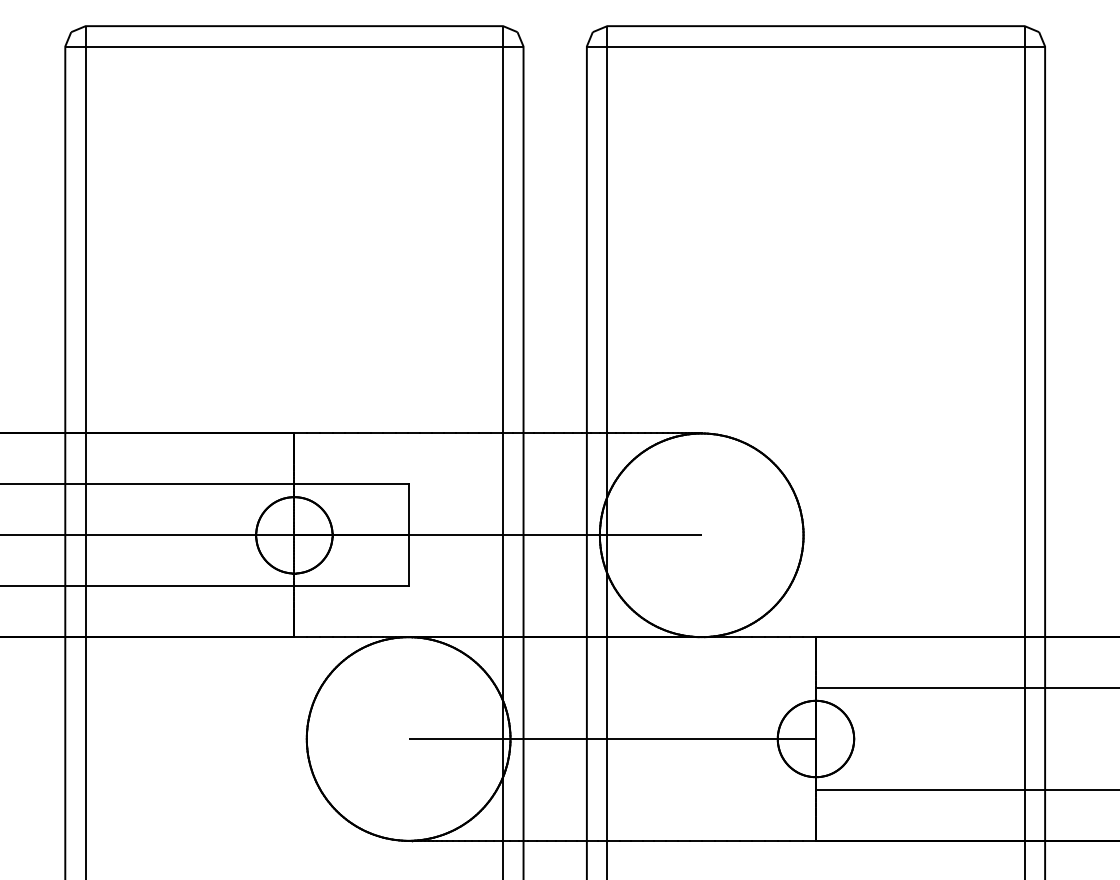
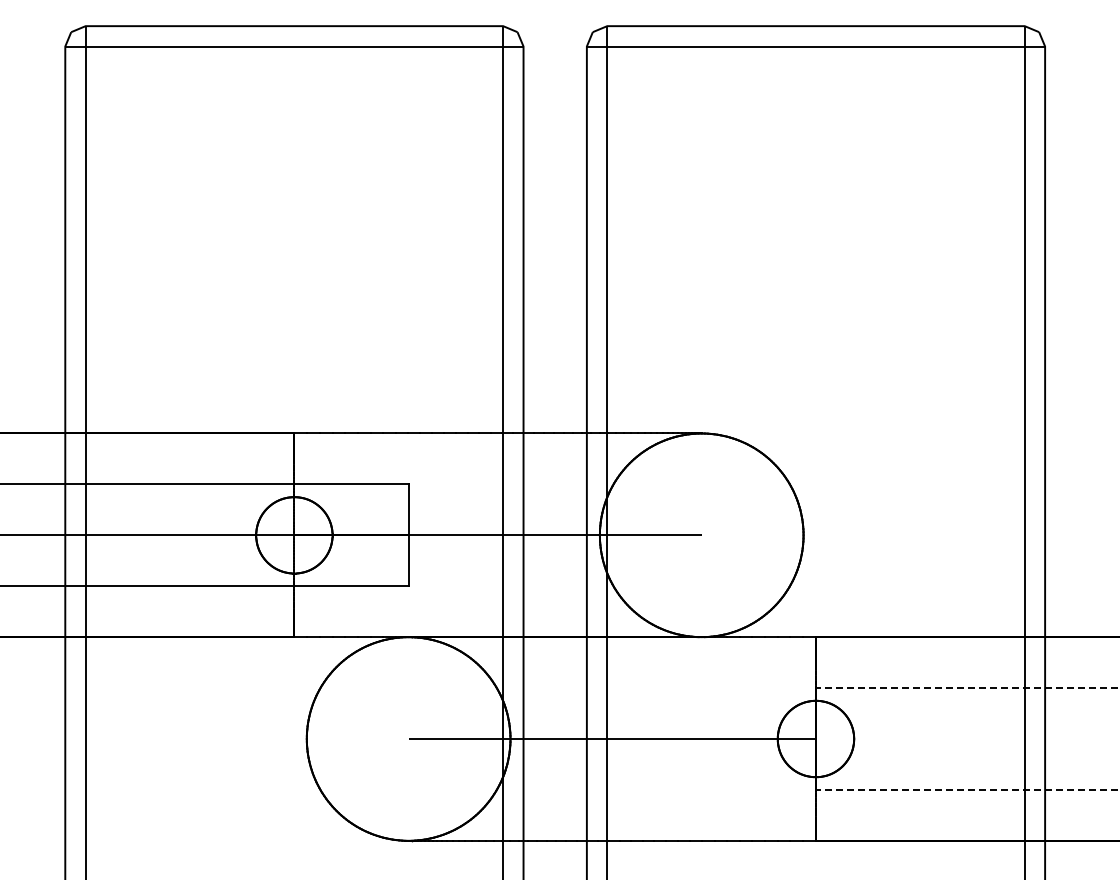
line at (967, 688): solid -> dashed
line at (967, 789): solid -> dashed
